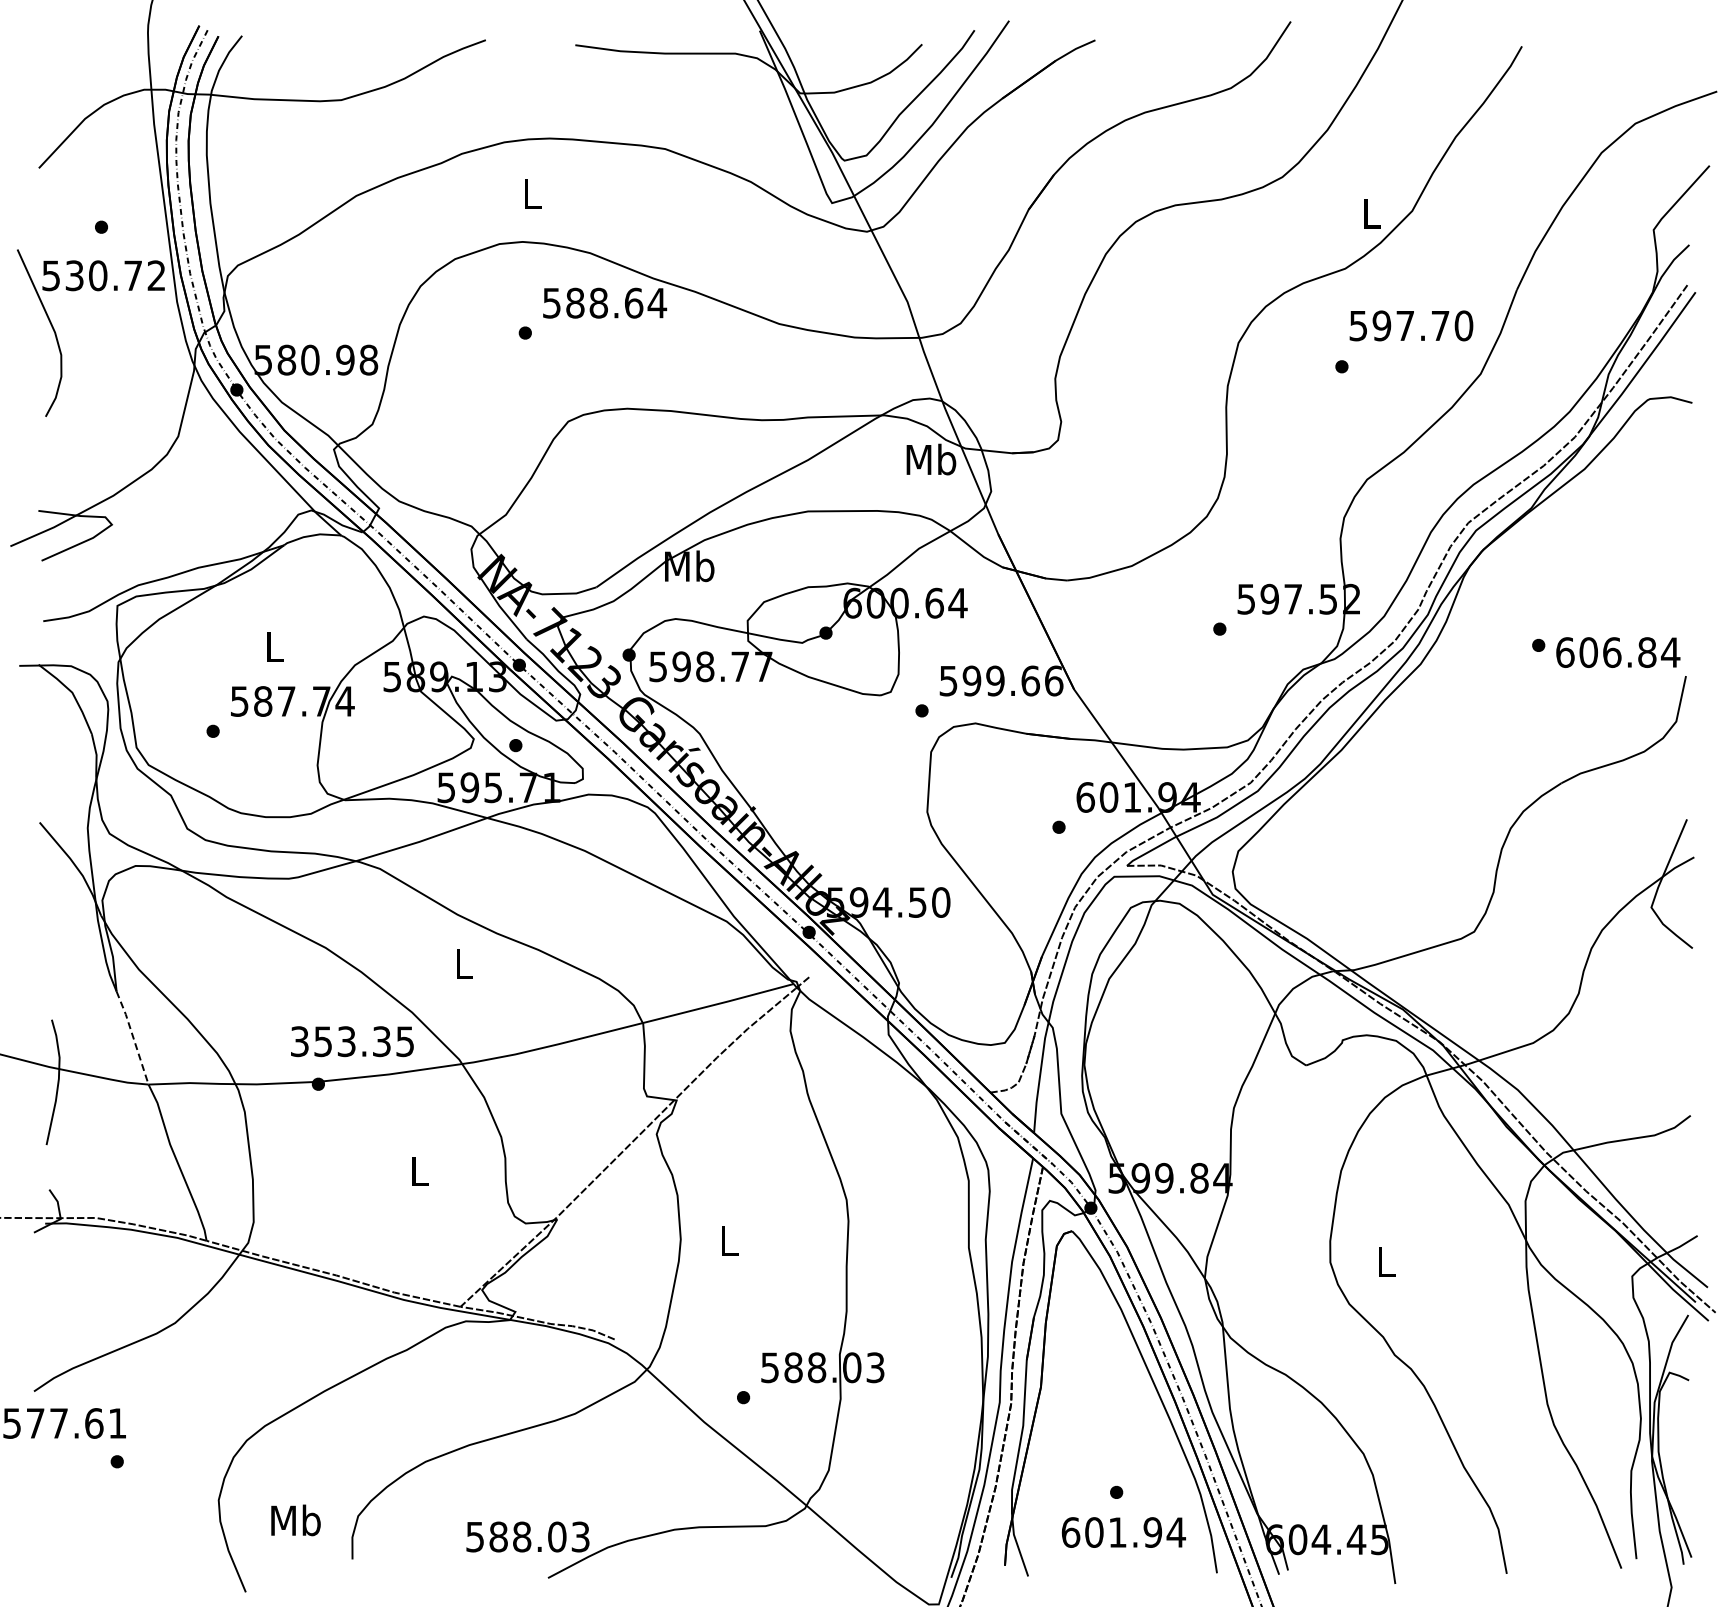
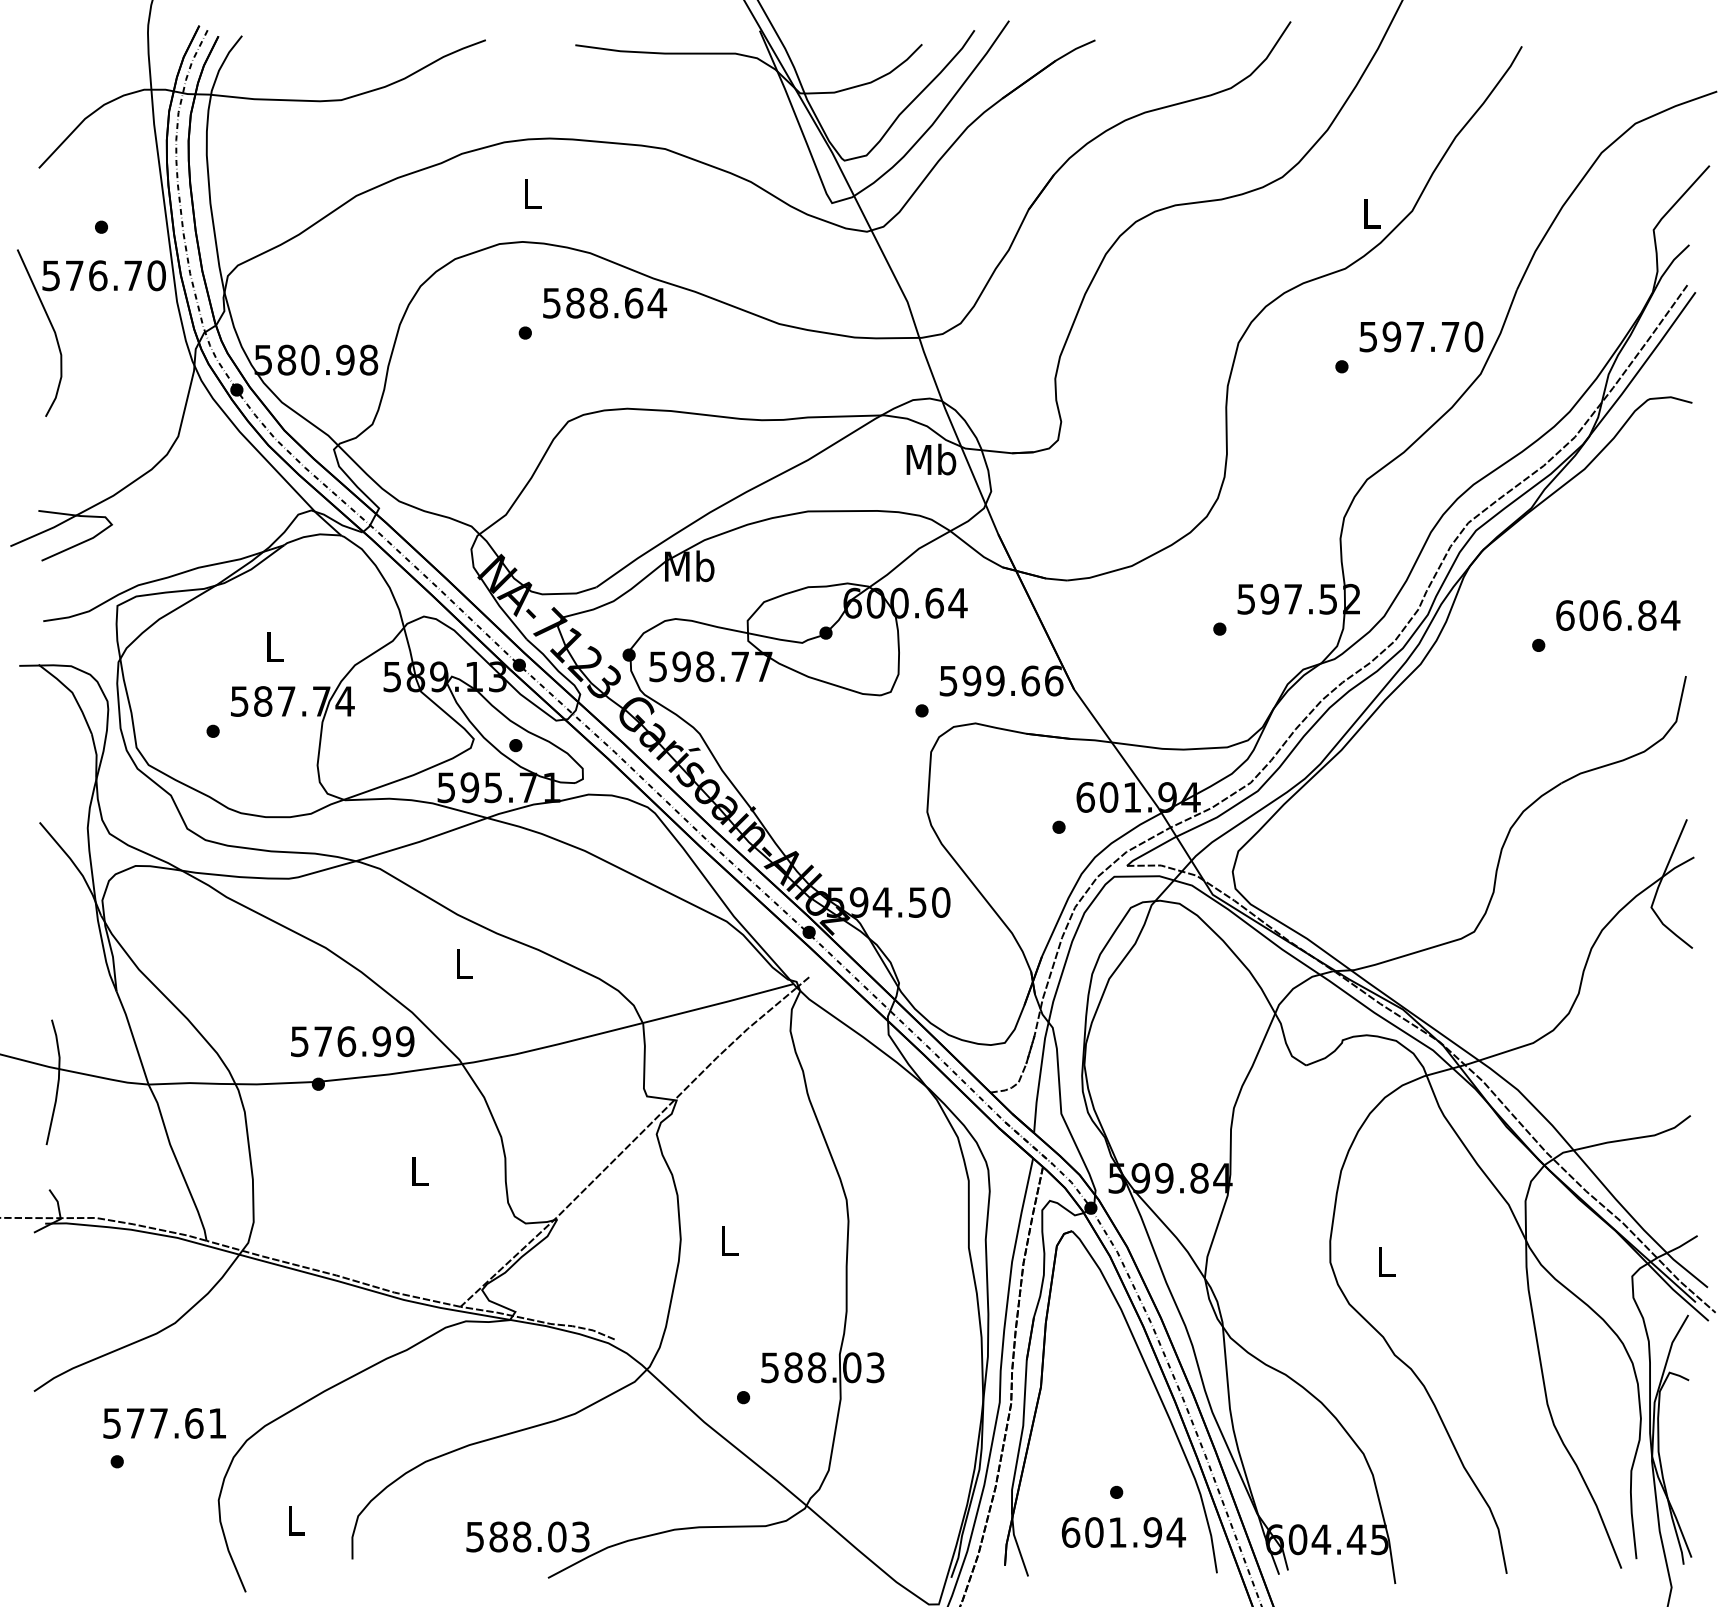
text at (115, 275): 530.72 -> 576.70
text at (1411, 325) position: (1411, 325) -> (1421, 336)
text at (1618, 652) position: (1618, 652) -> (1618, 615)
line at (133, 1037): dashed -> solid
text at (352, 1041): 353.35 -> 576.99
text at (64, 1423) position: (64, 1423) -> (164, 1423)
text at (295, 1520): Mb -> L
